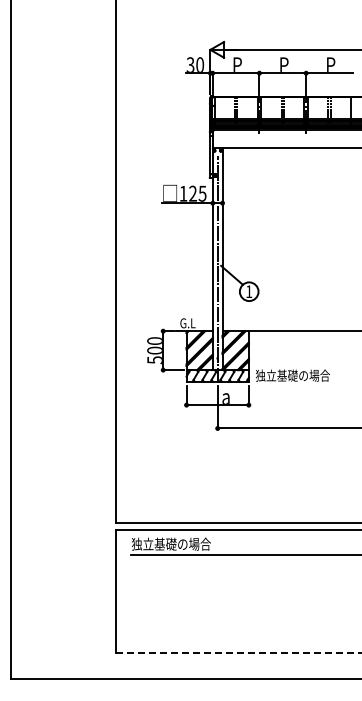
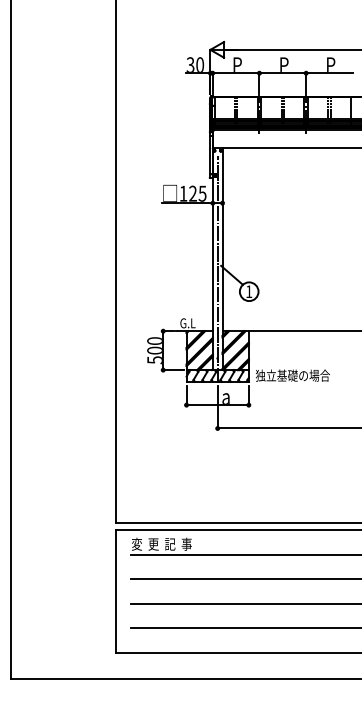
text at (170, 543): 独立基礎の場合 -> 変  更  記  事
line at (244, 579): none -> present
line at (244, 603): none -> present
line at (244, 628): none -> present
line at (238, 653): dashed -> solid
